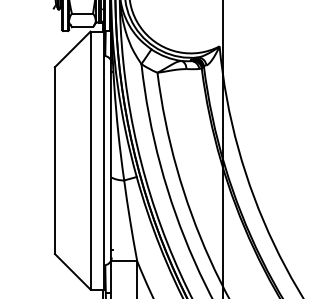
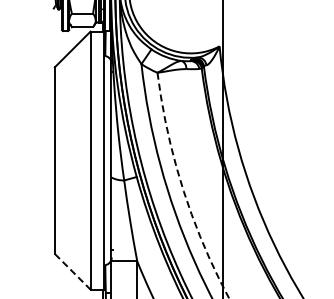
arc at (183, 189): solid -> dashed
line at (73, 272): solid -> dashed
